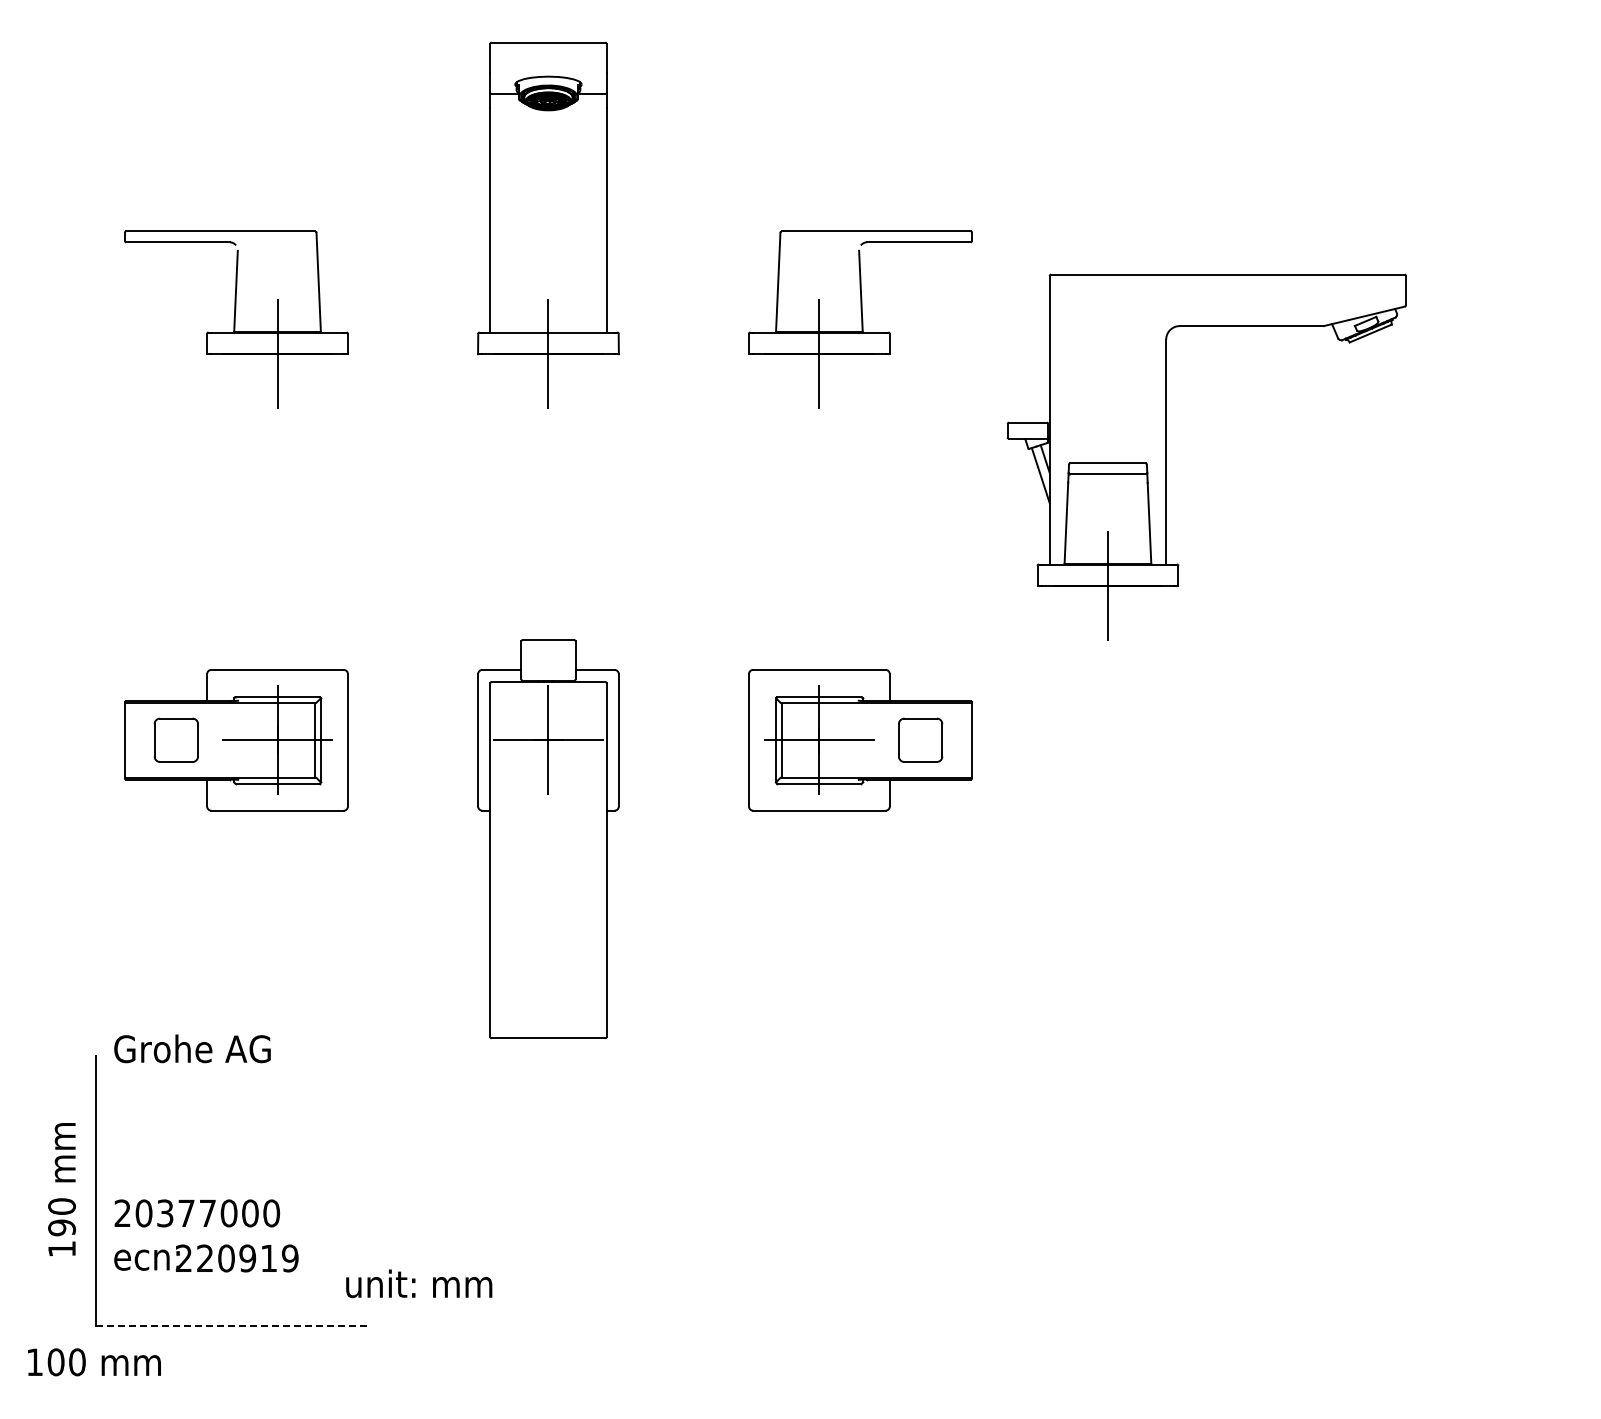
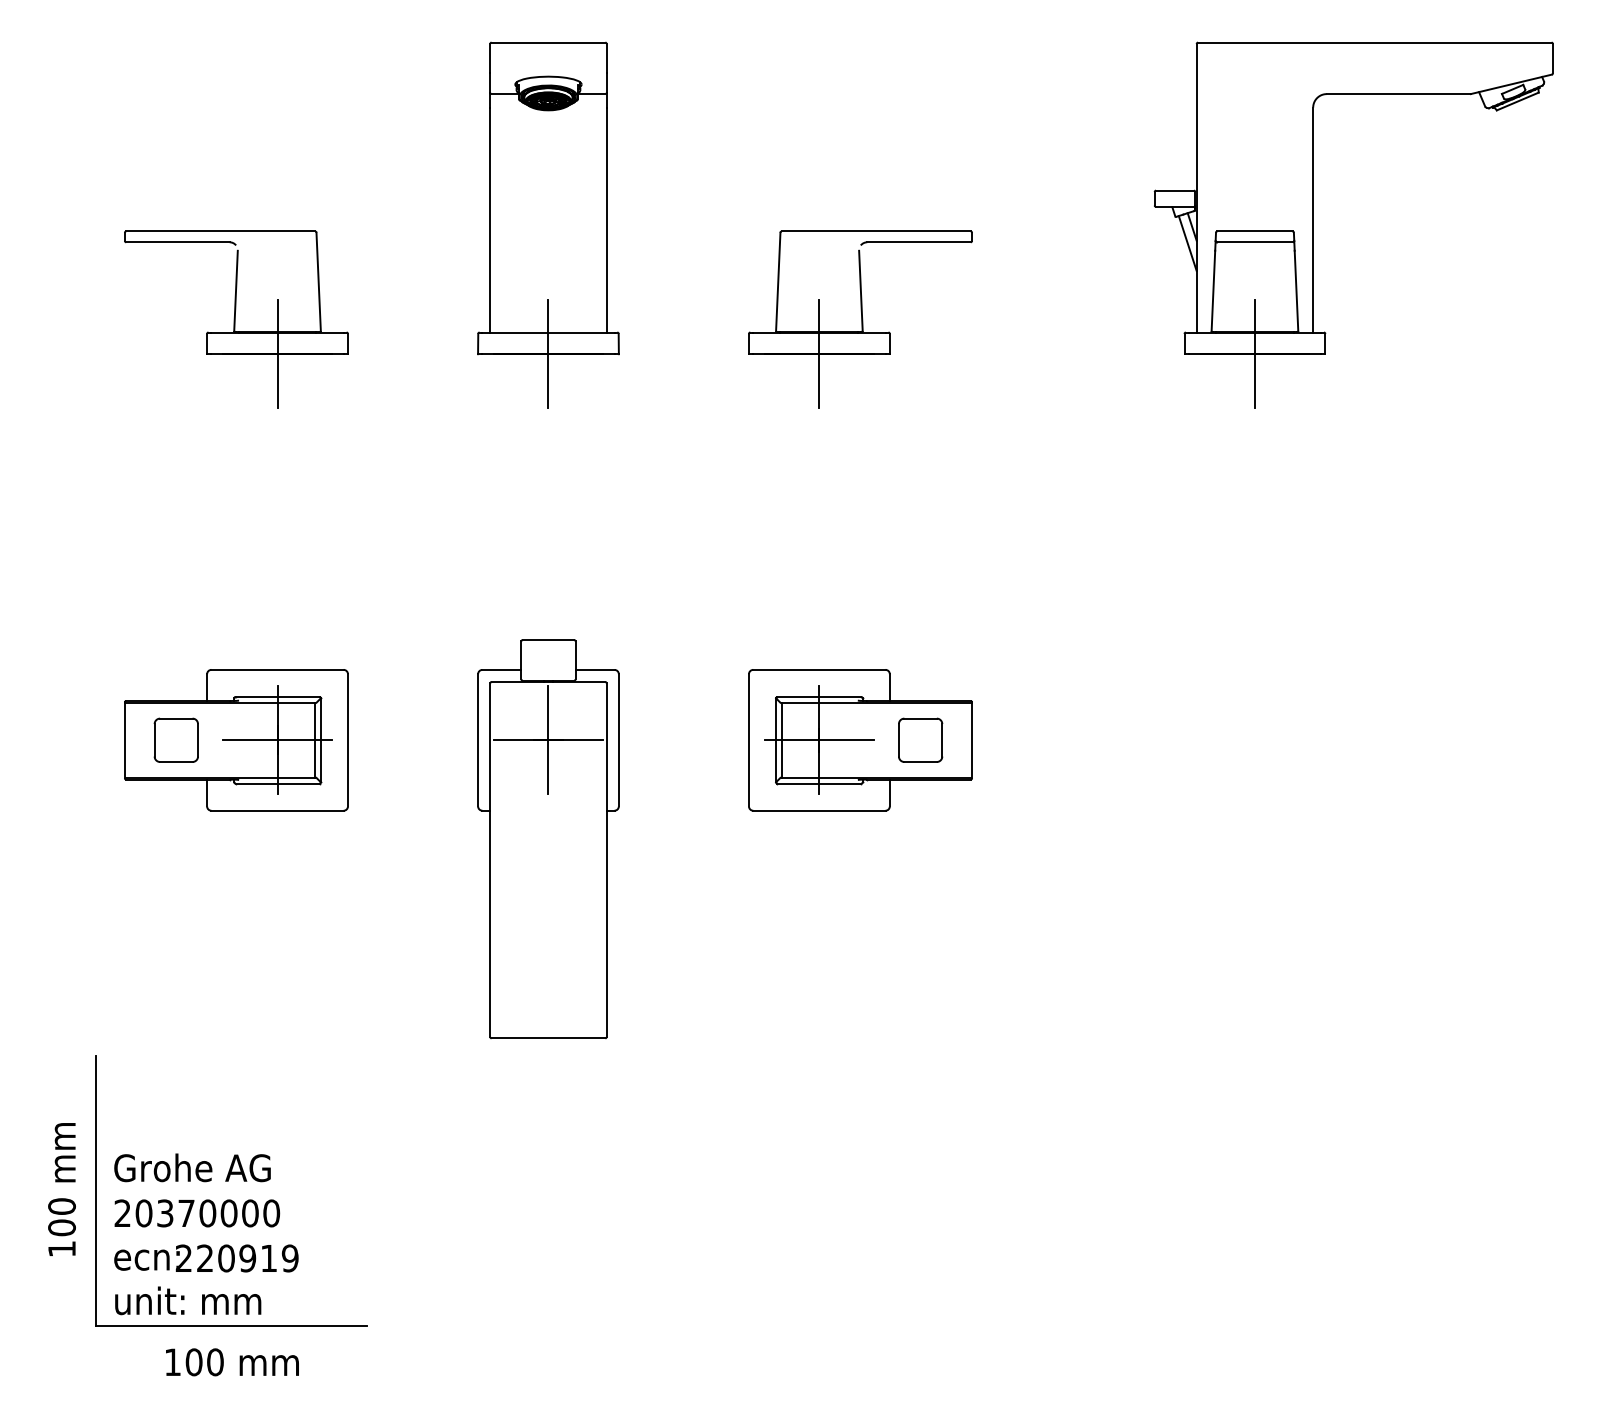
part at (1166, 456) position: (1166, 456) -> (1313, 224)
text at (192, 1048) position: (192, 1048) -> (192, 1167)
text at (207, 1213): 20377000 -> 20370000
text at (62, 1227): 190 -> 100
text at (419, 1283) position: (419, 1283) -> (188, 1300)
line at (232, 1326): dashed -> solid
text at (94, 1362) position: (94, 1362) -> (232, 1362)
